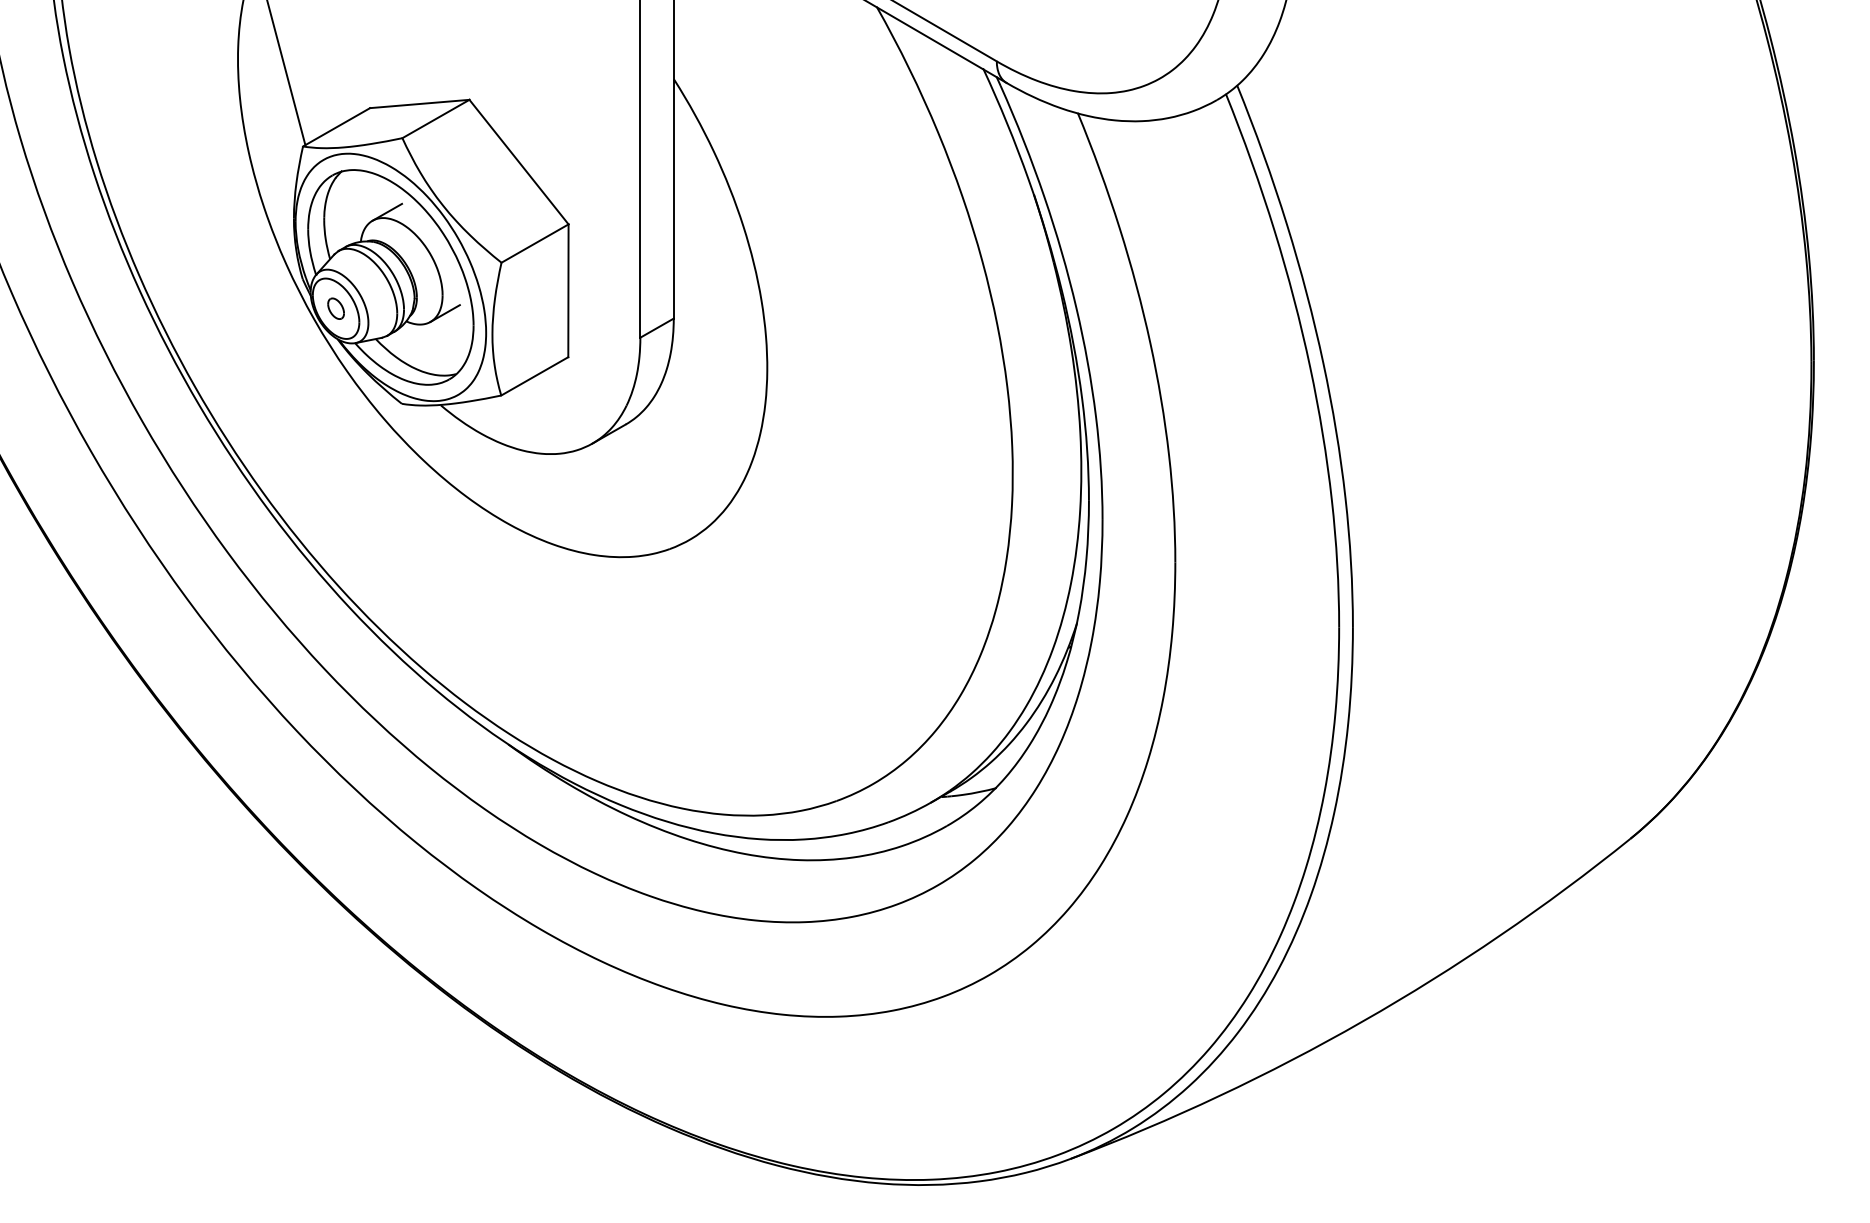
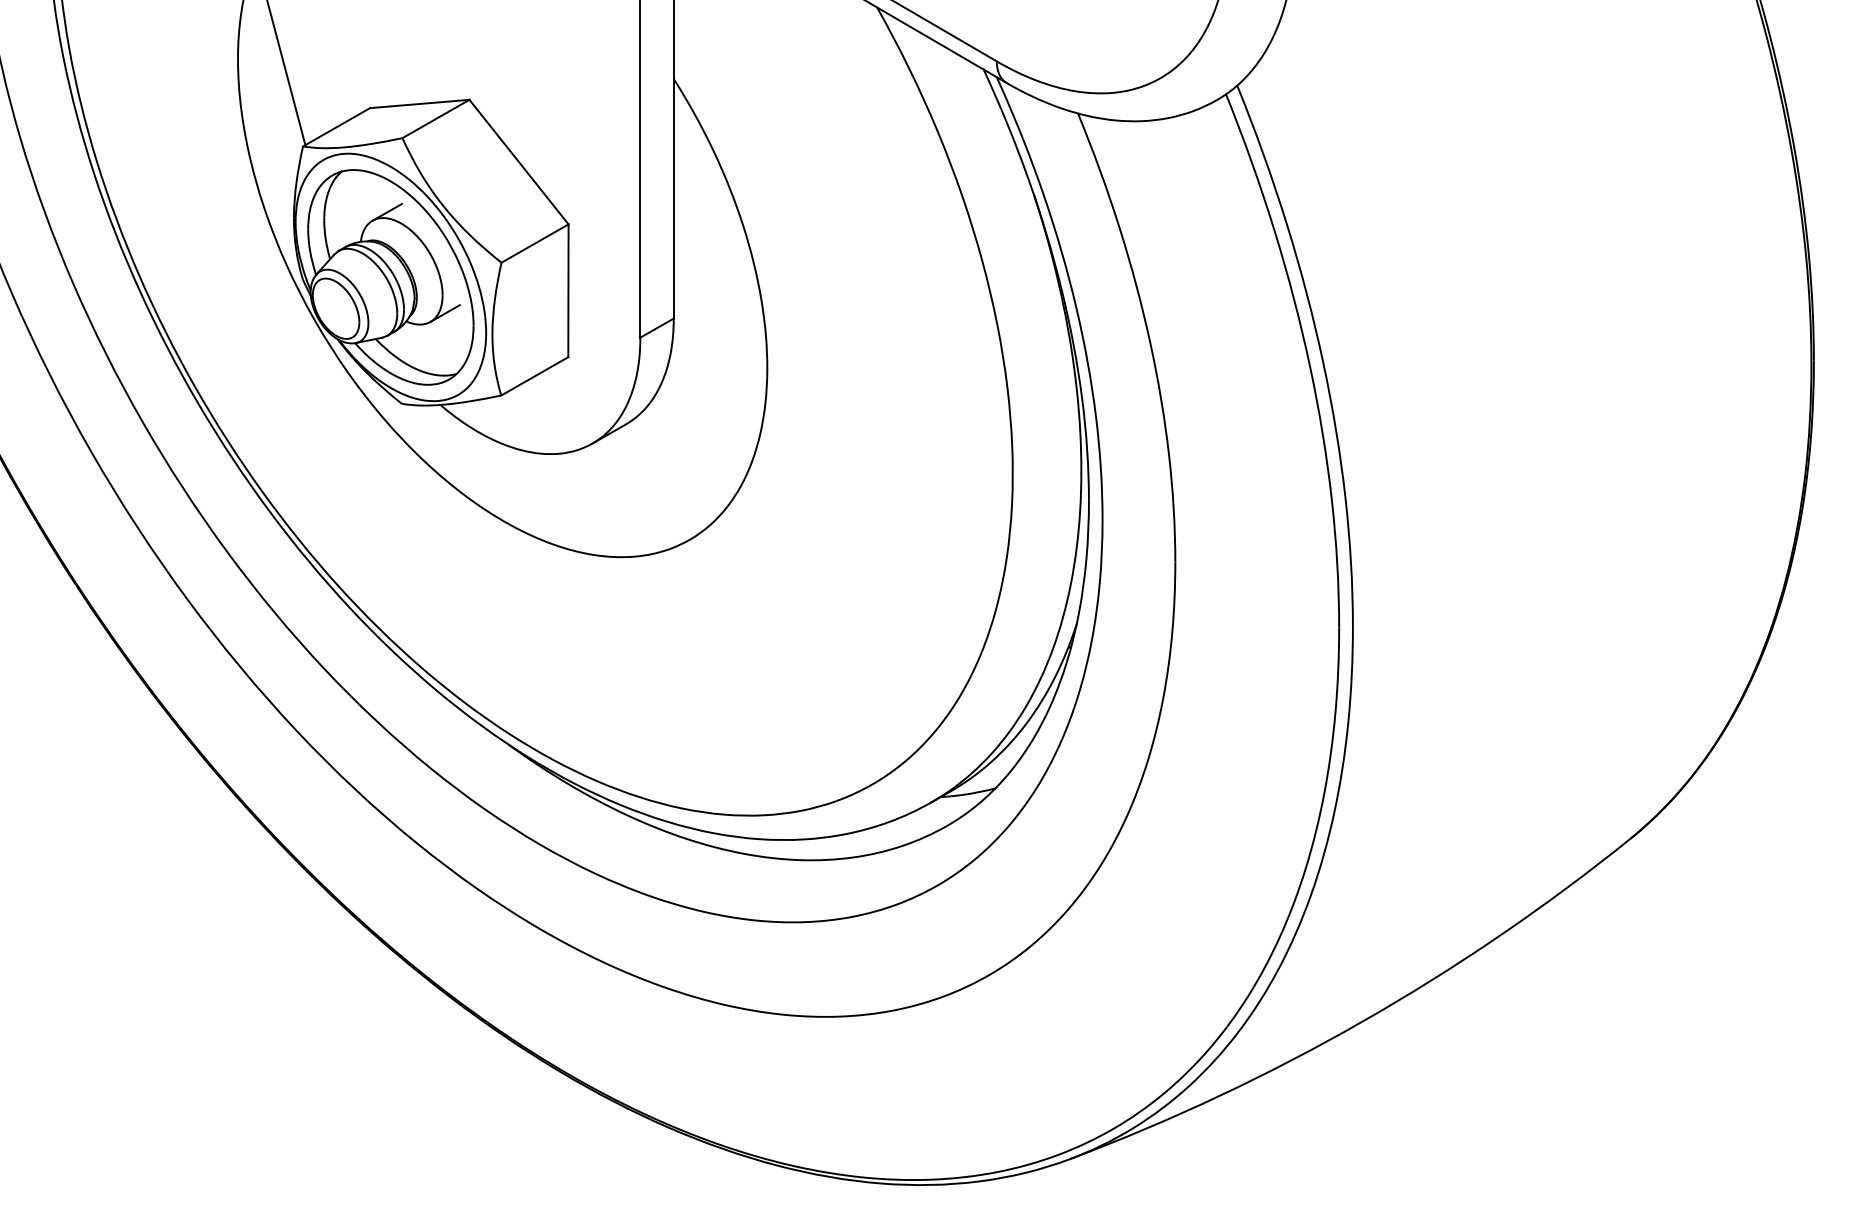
part at (335, 308): present -> none
